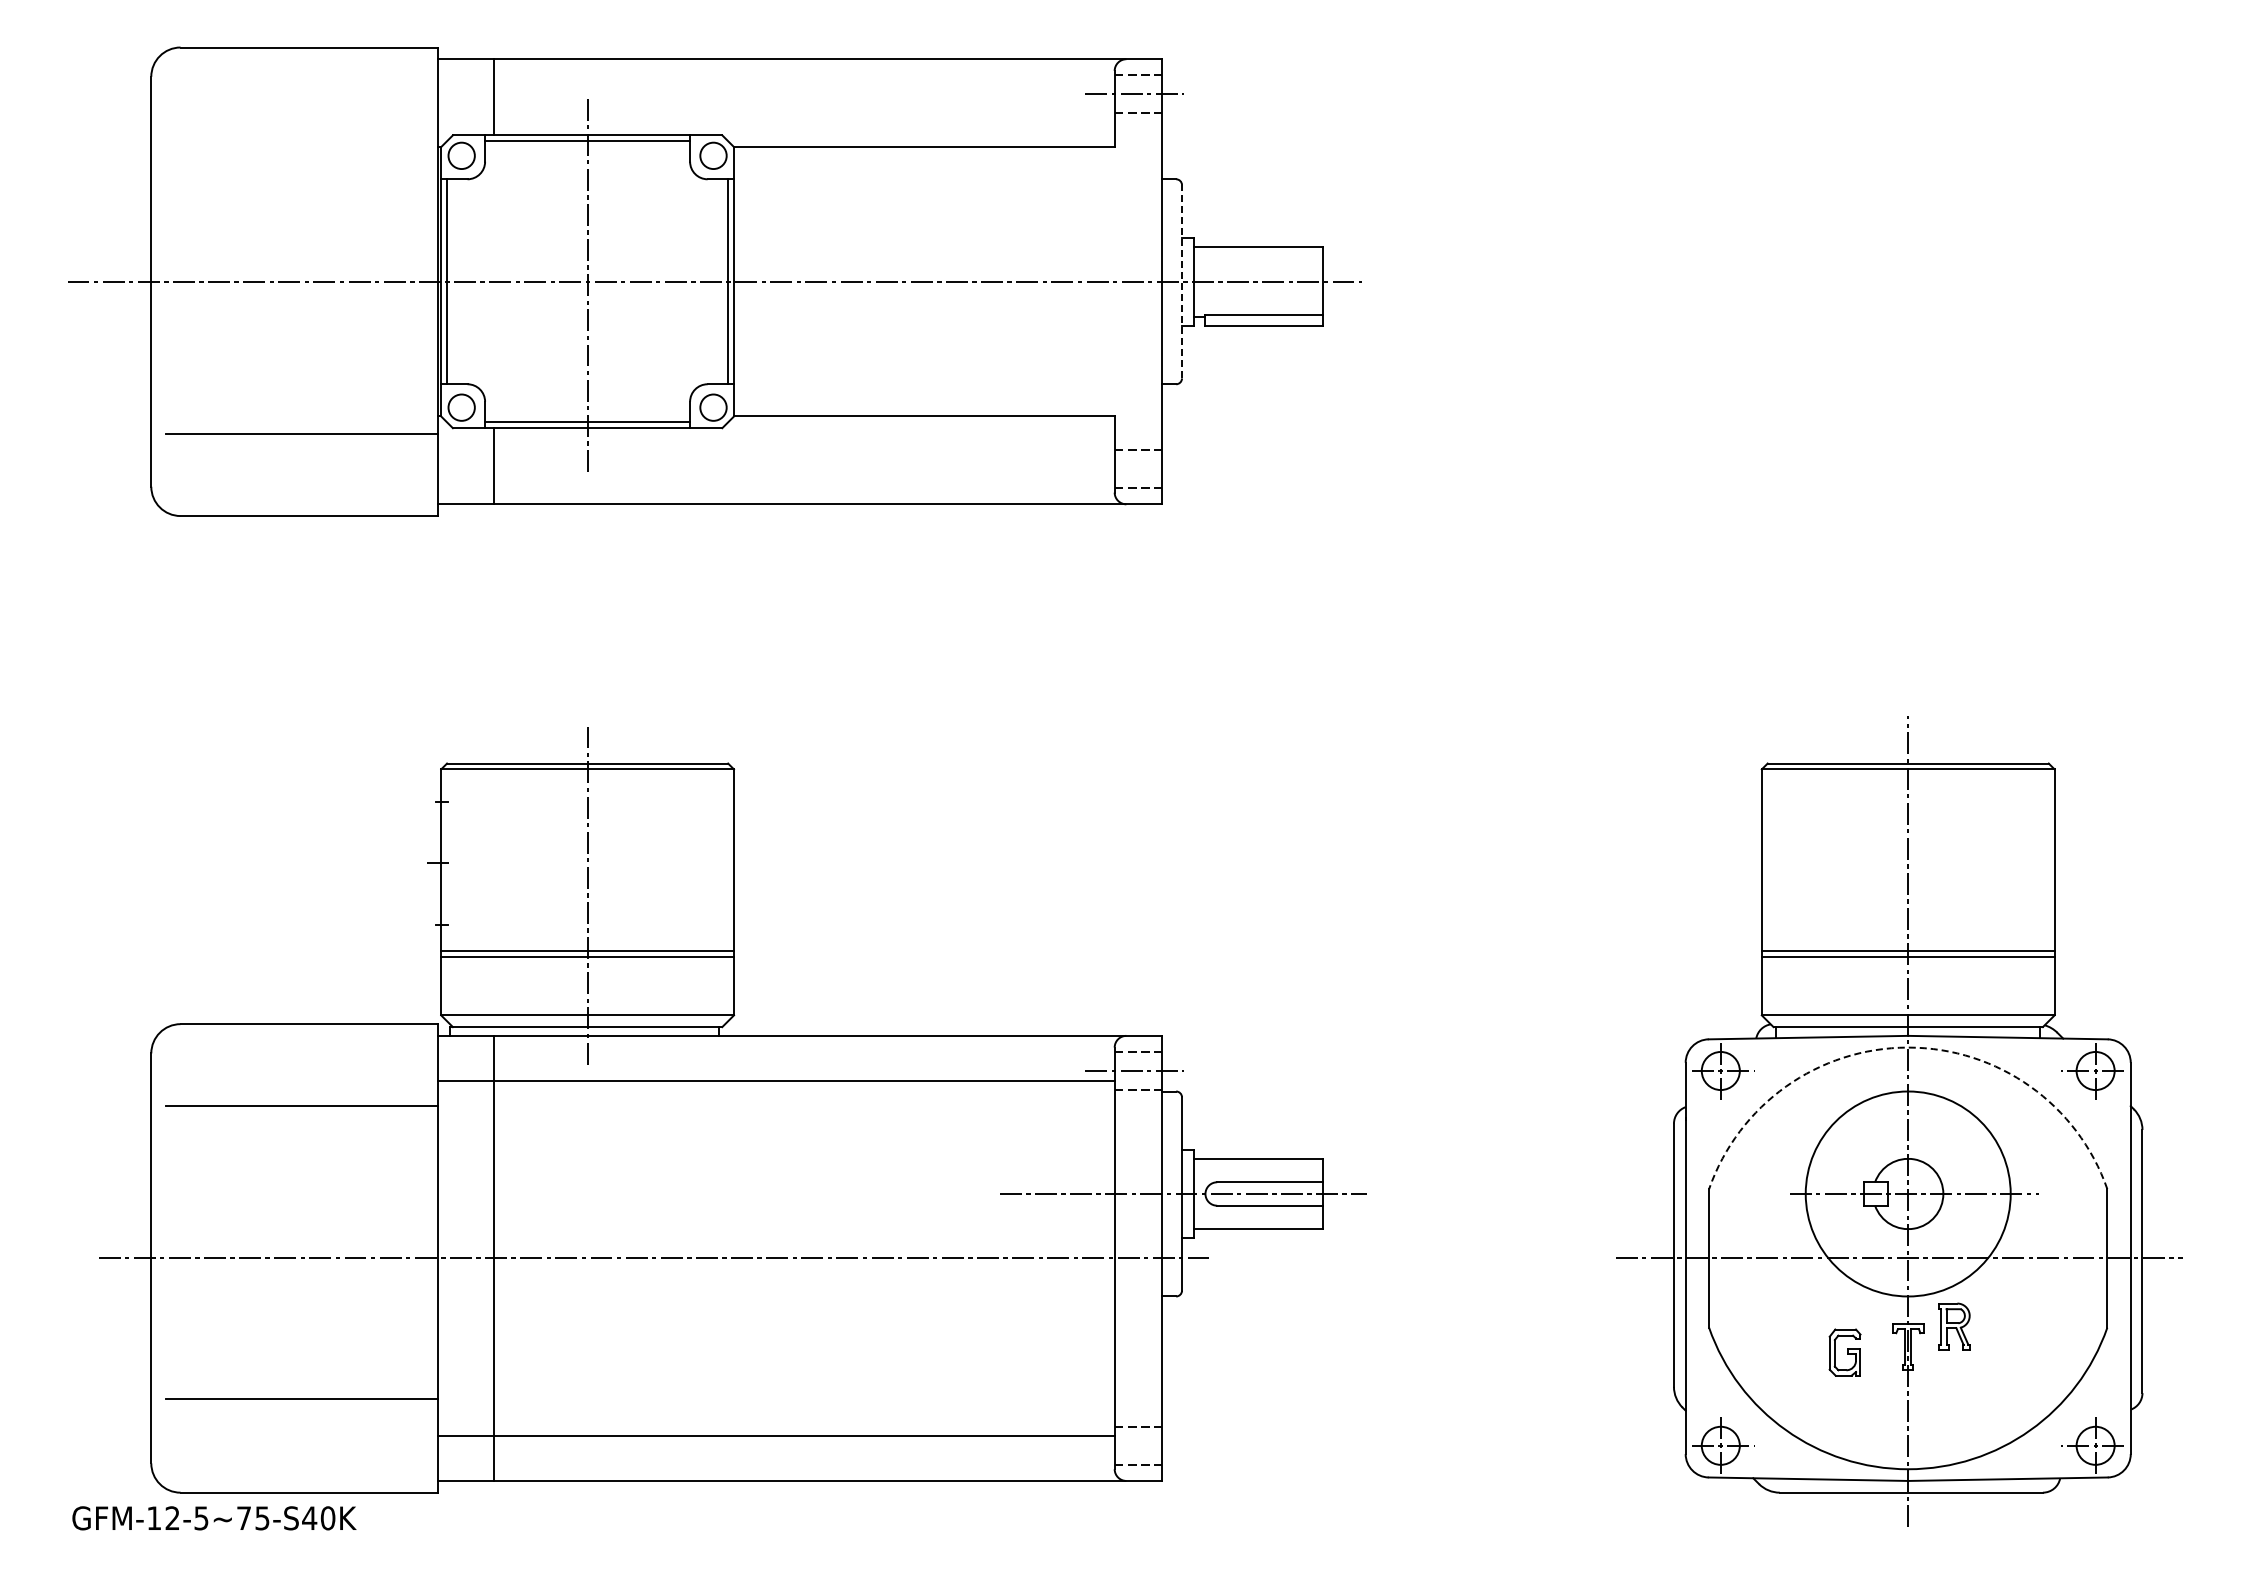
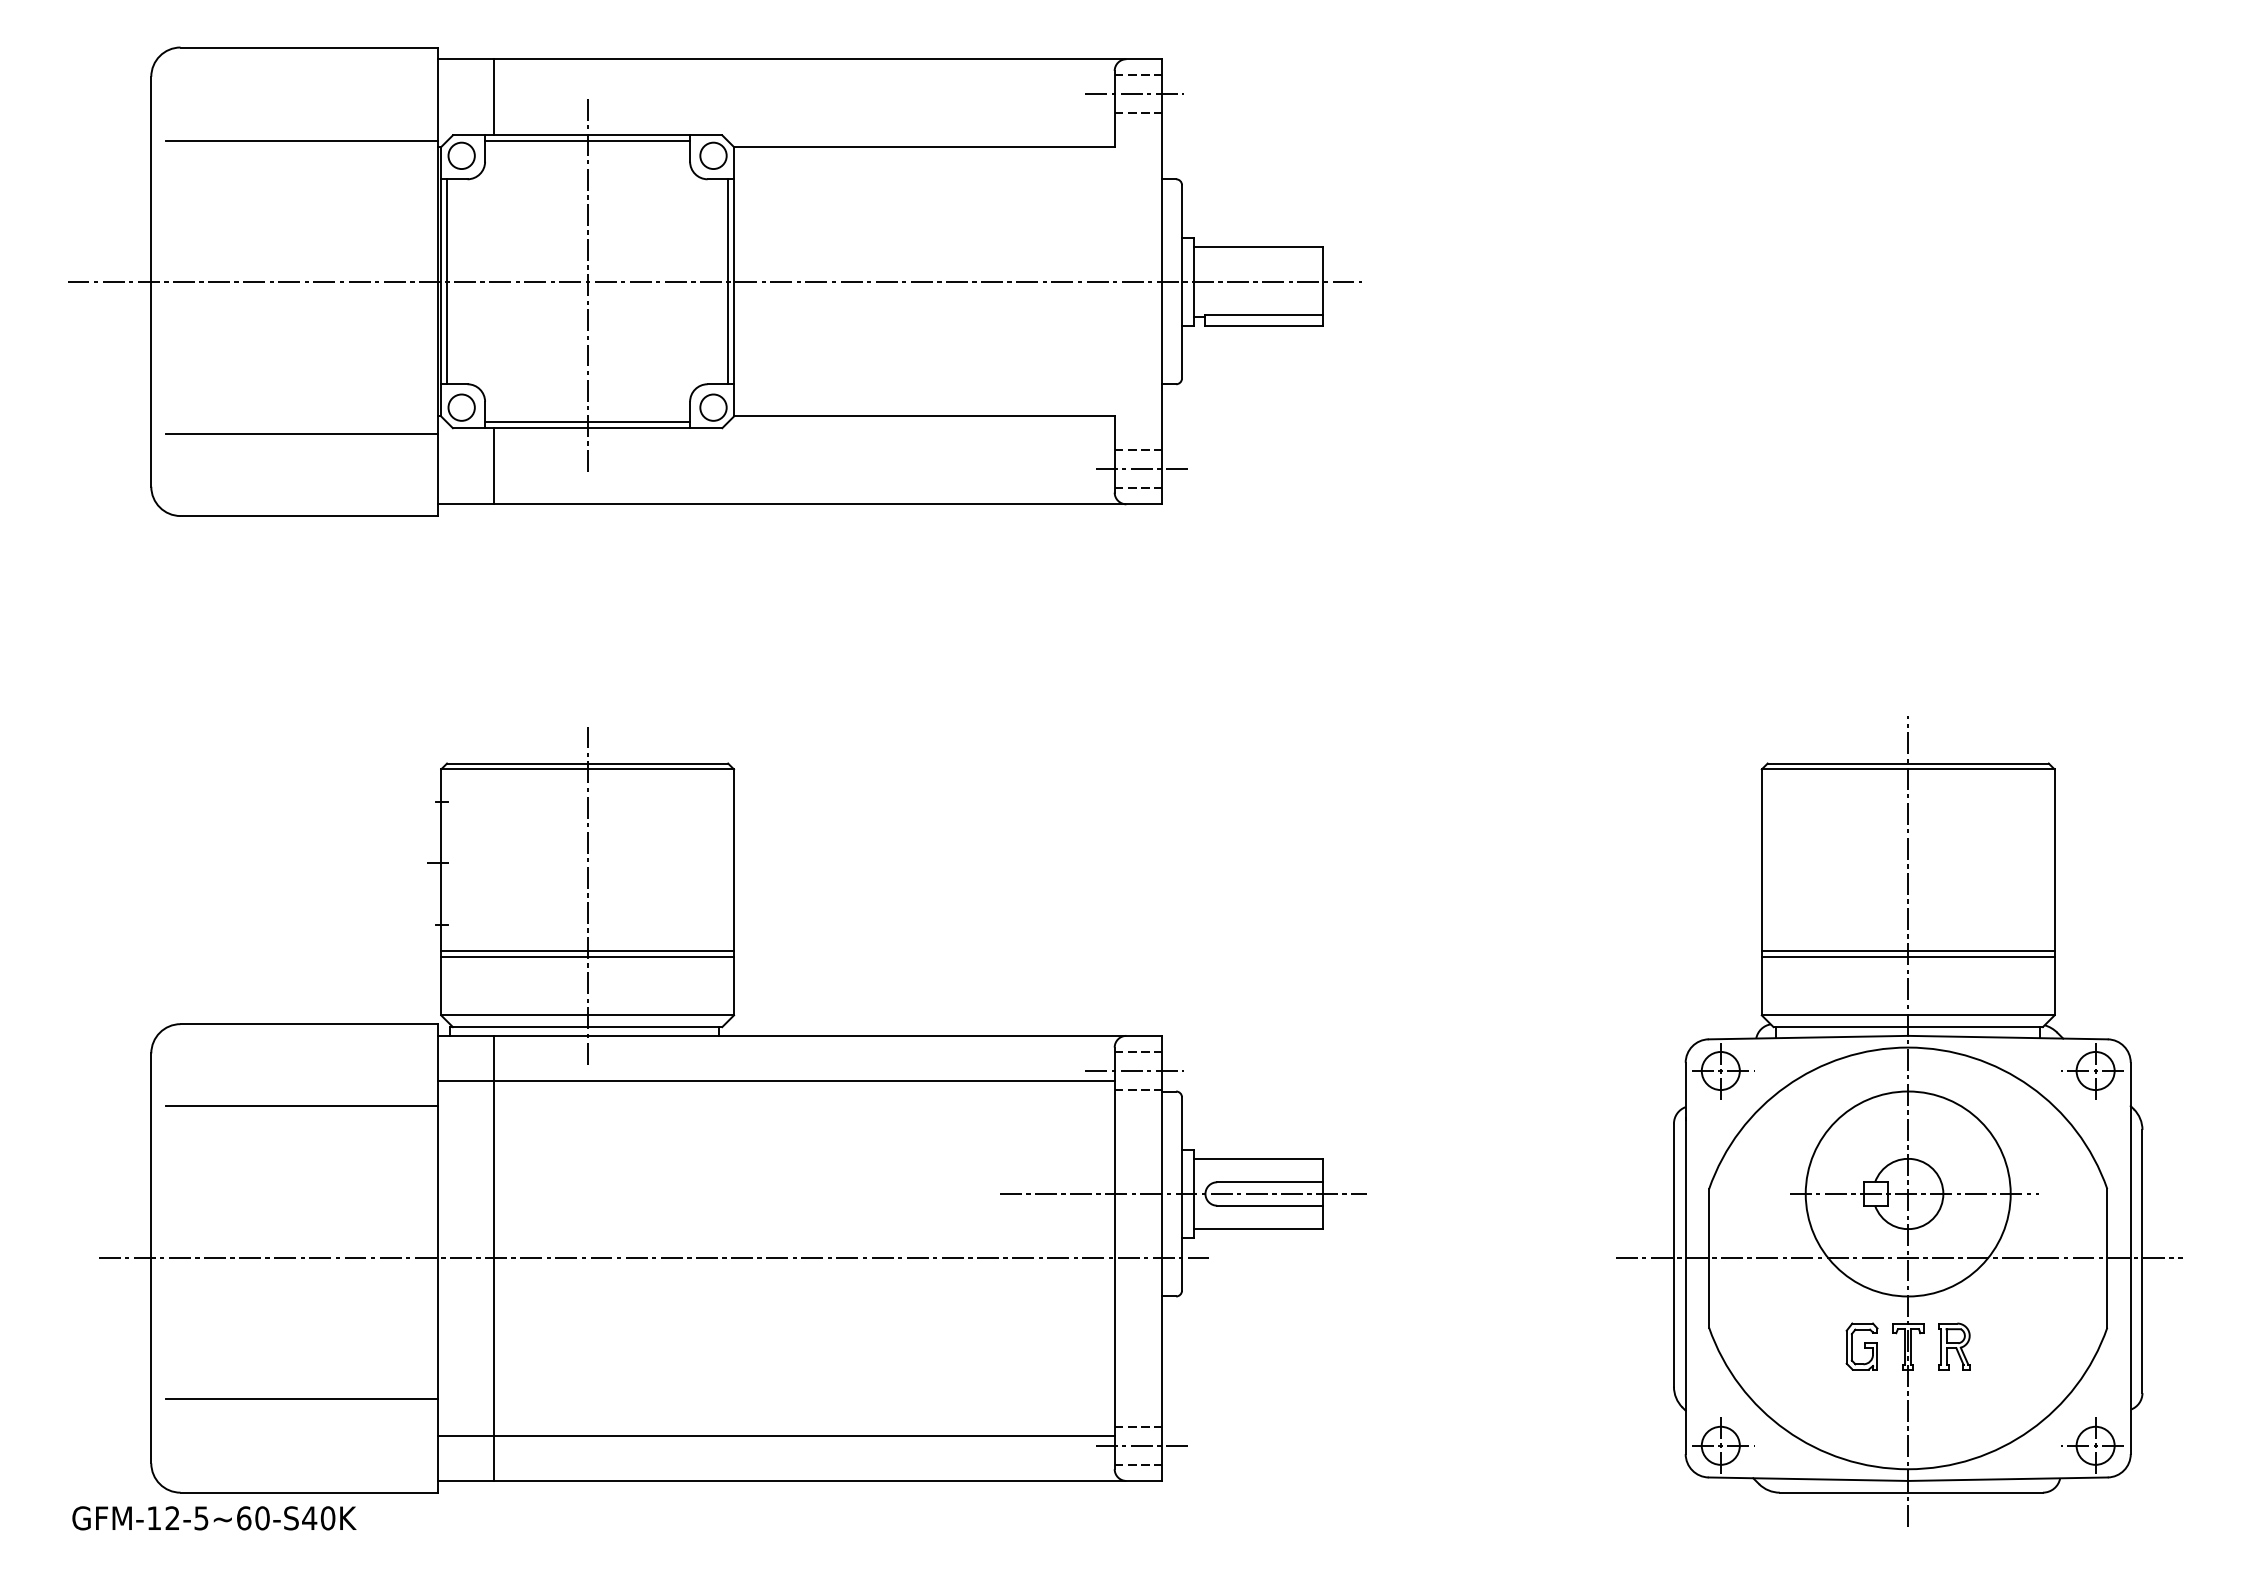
line at (301, 141): none -> present
line at (1182, 281): dashed -> solid
line at (1141, 469): none -> present
arc at (1908, 1047): dashed -> solid
part at (1954, 1326) position: (1954, 1326) -> (1954, 1346)
part at (1844, 1352) position: (1844, 1352) -> (1861, 1346)
line at (1141, 1445): none -> present
text at (253, 1518): GFM-12-5~75-S40K -> GFM-12-5~60-S40K
